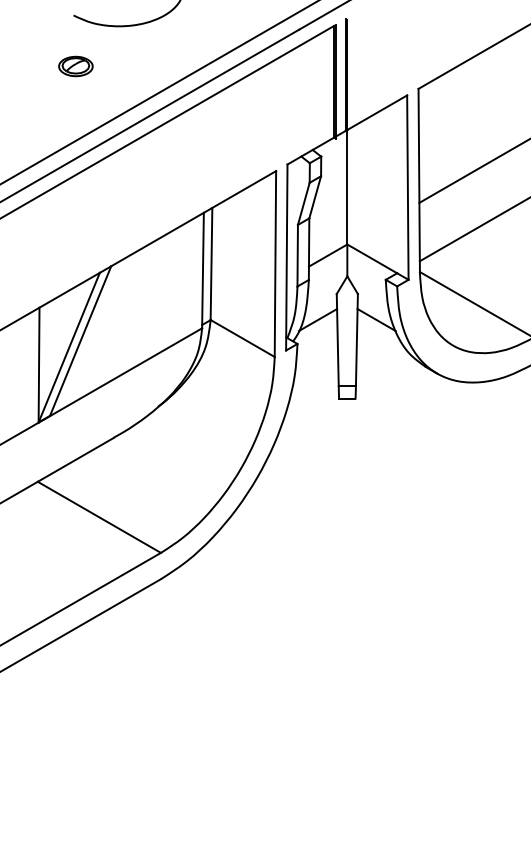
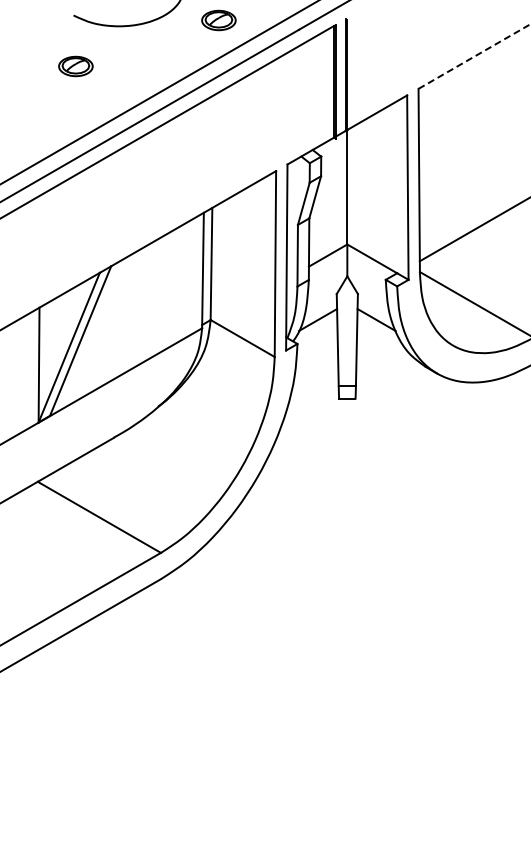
part at (218, 20): none -> present
line at (474, 56): solid -> dashed
line at (473, 171): present -> none
